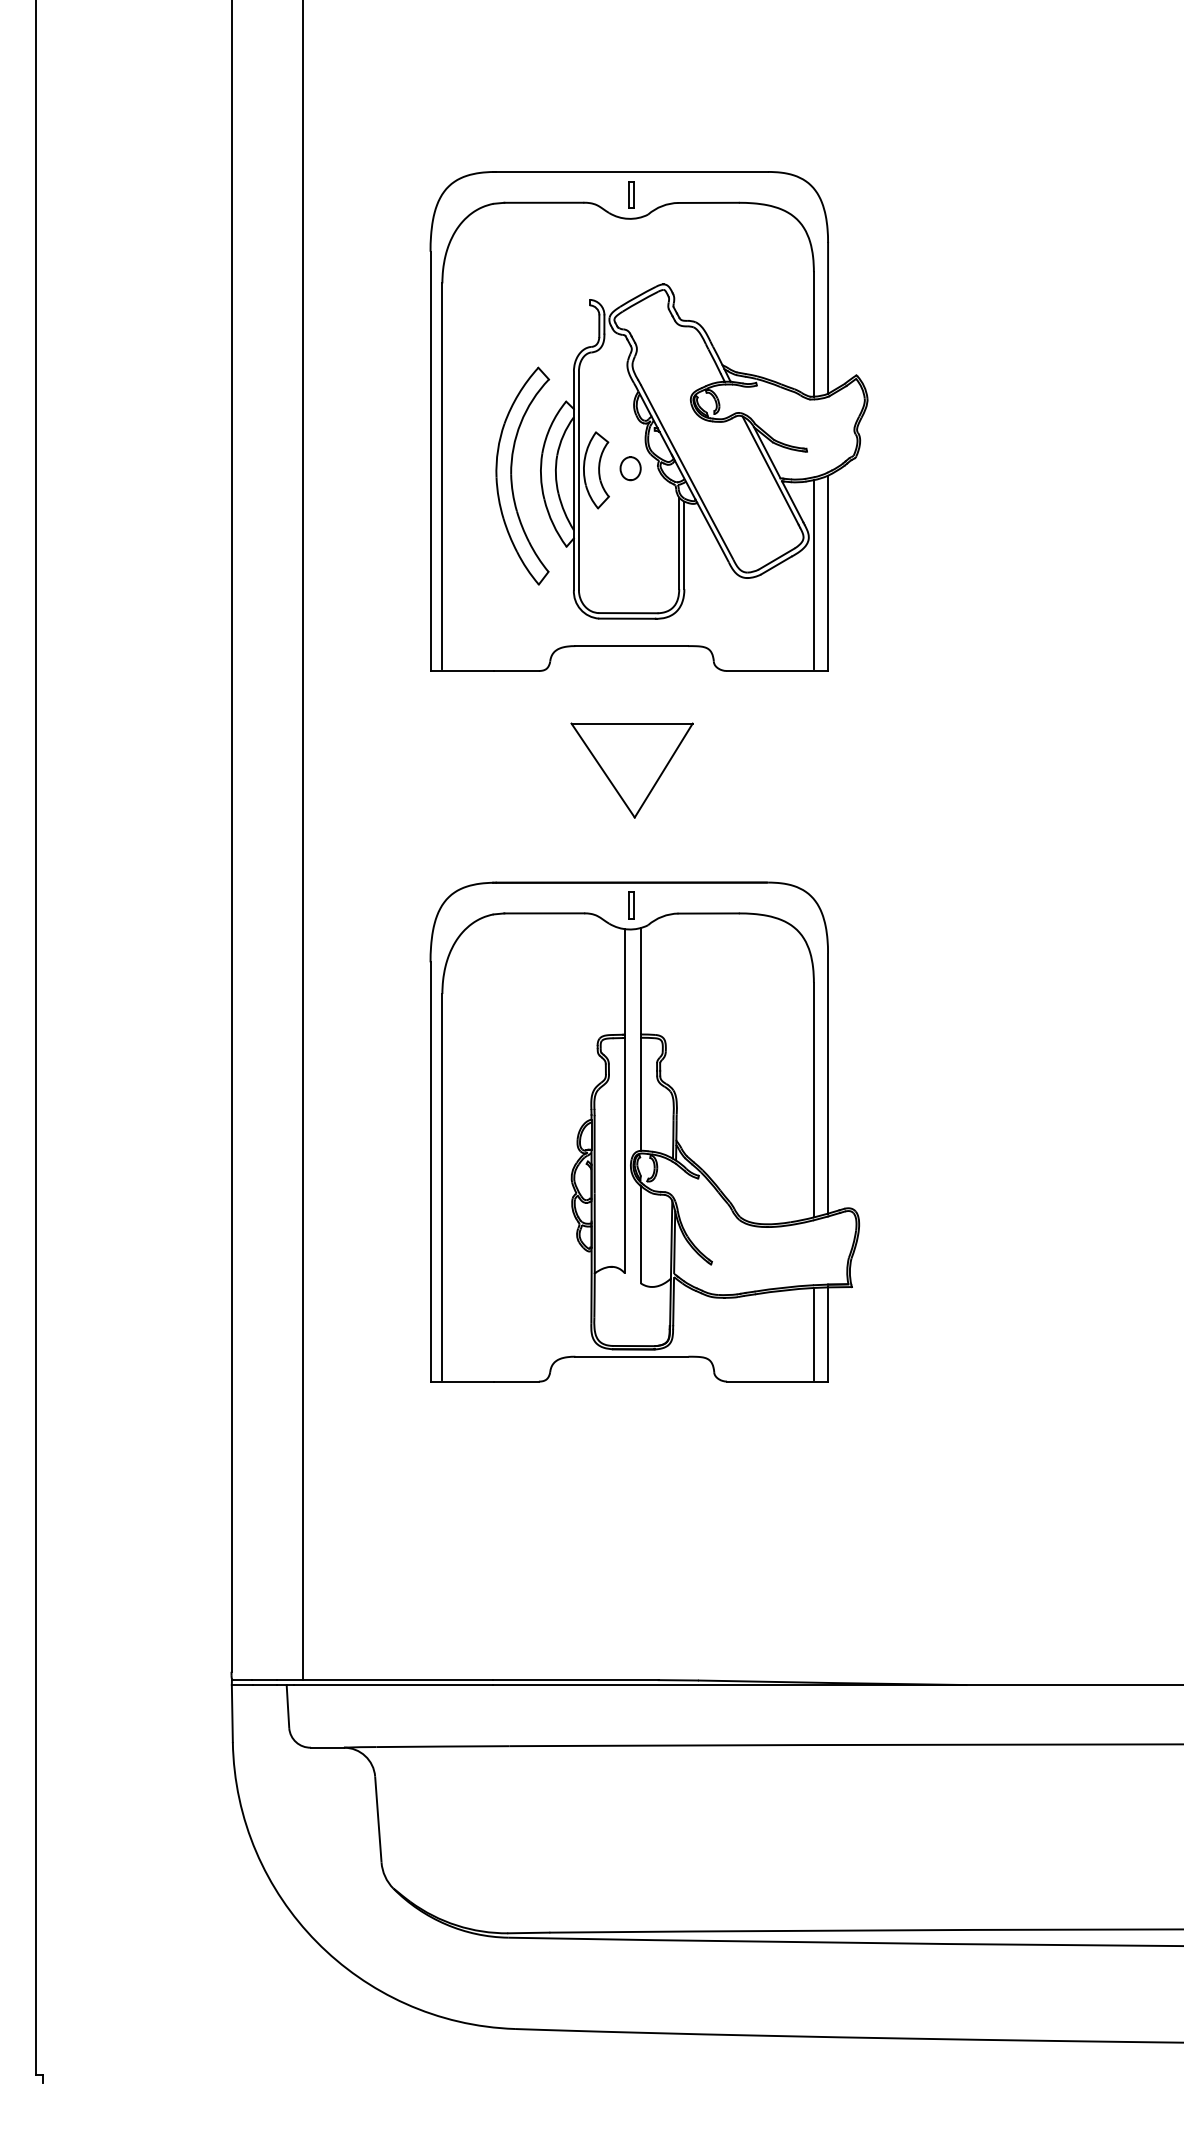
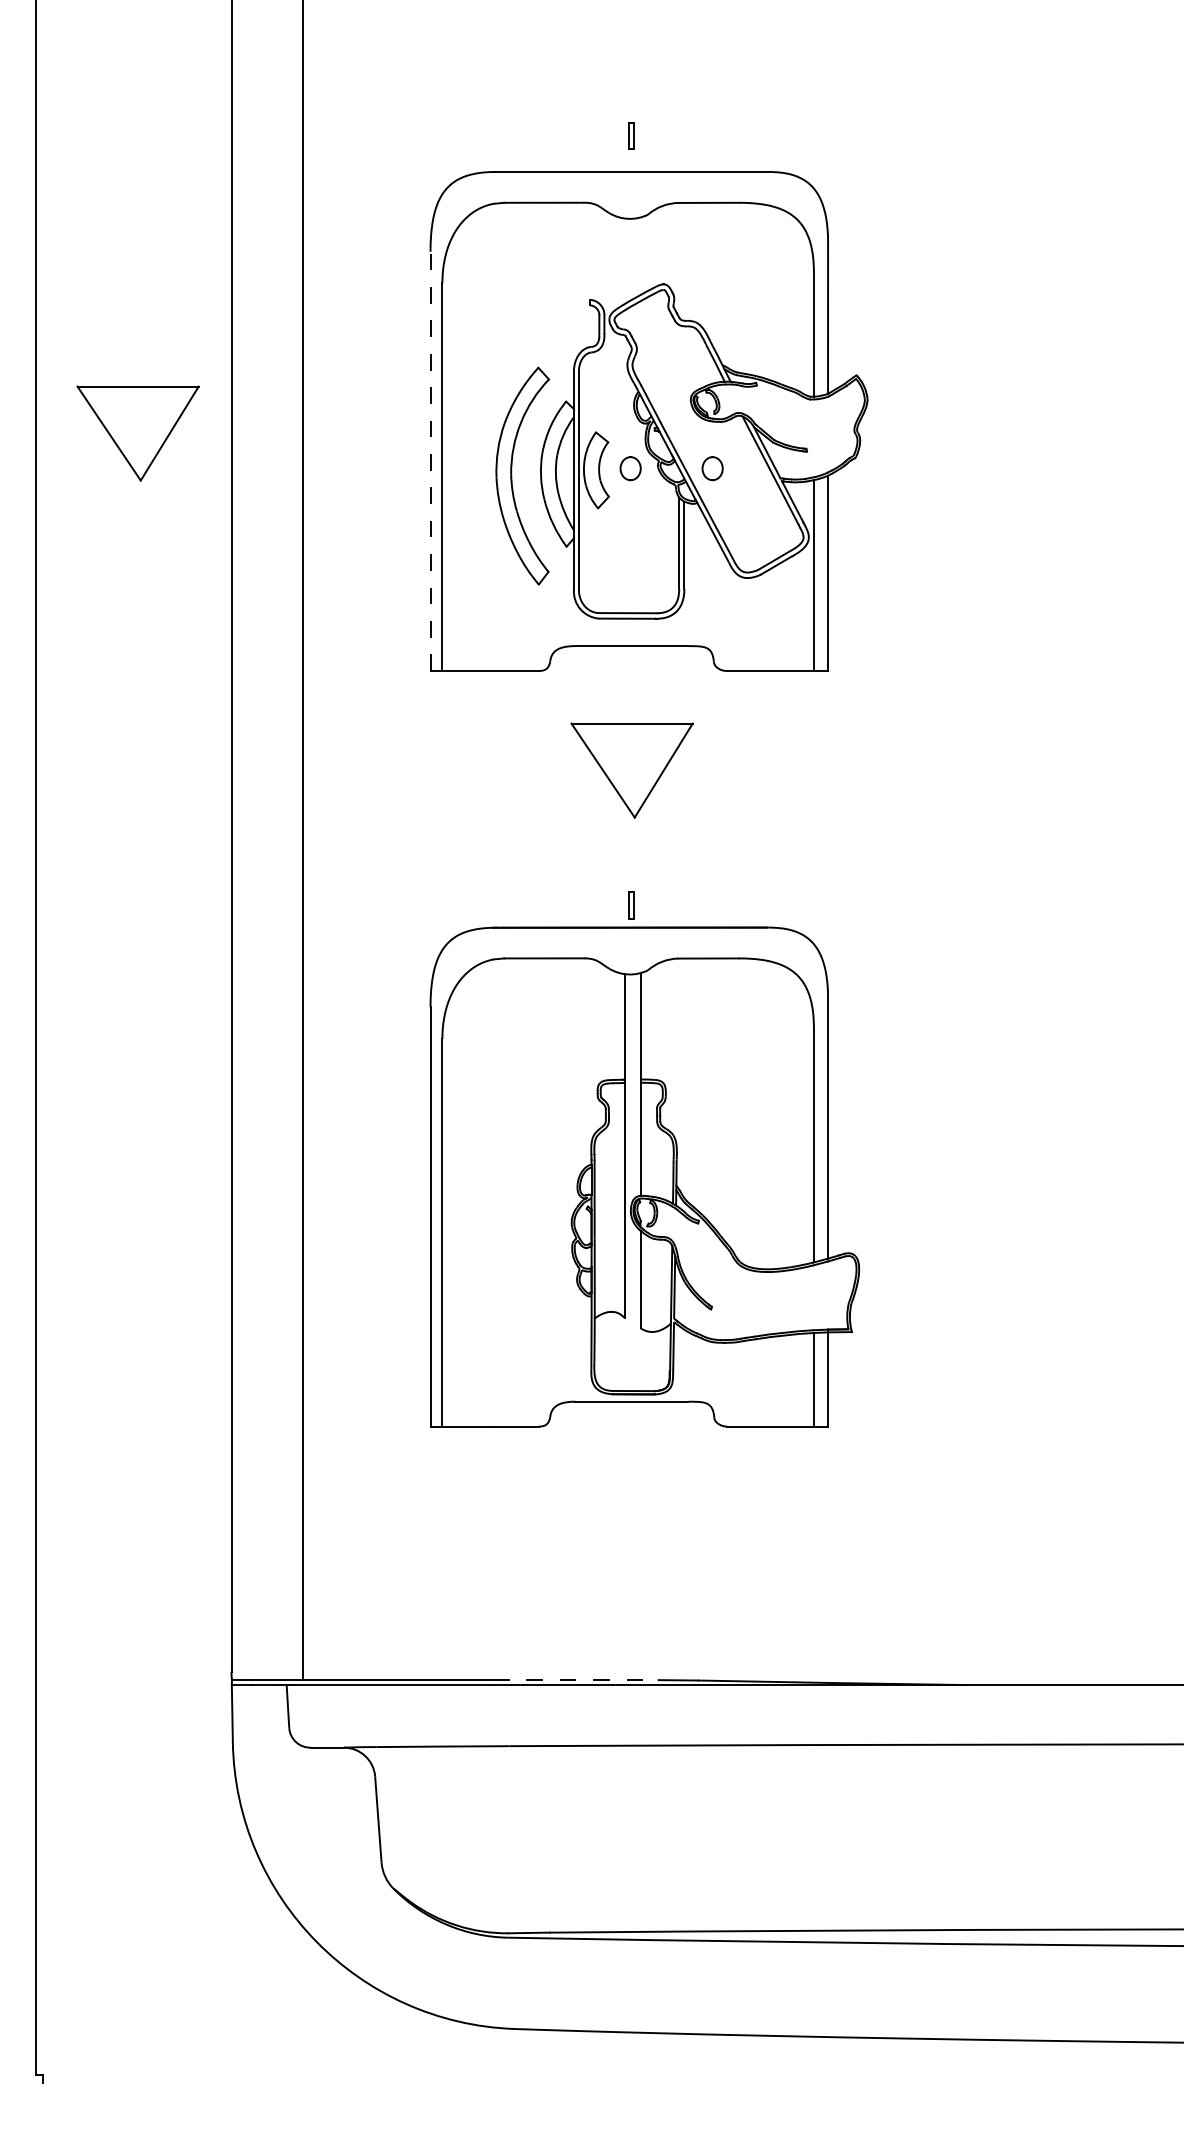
part at (631, 194) position: (631, 194) -> (631, 135)
part at (137, 433): none -> present
line at (430, 461): solid -> dashed
part at (712, 468): none -> present
part at (644, 1131) position: (644, 1131) -> (644, 1176)
line at (575, 1680): solid -> dashed
